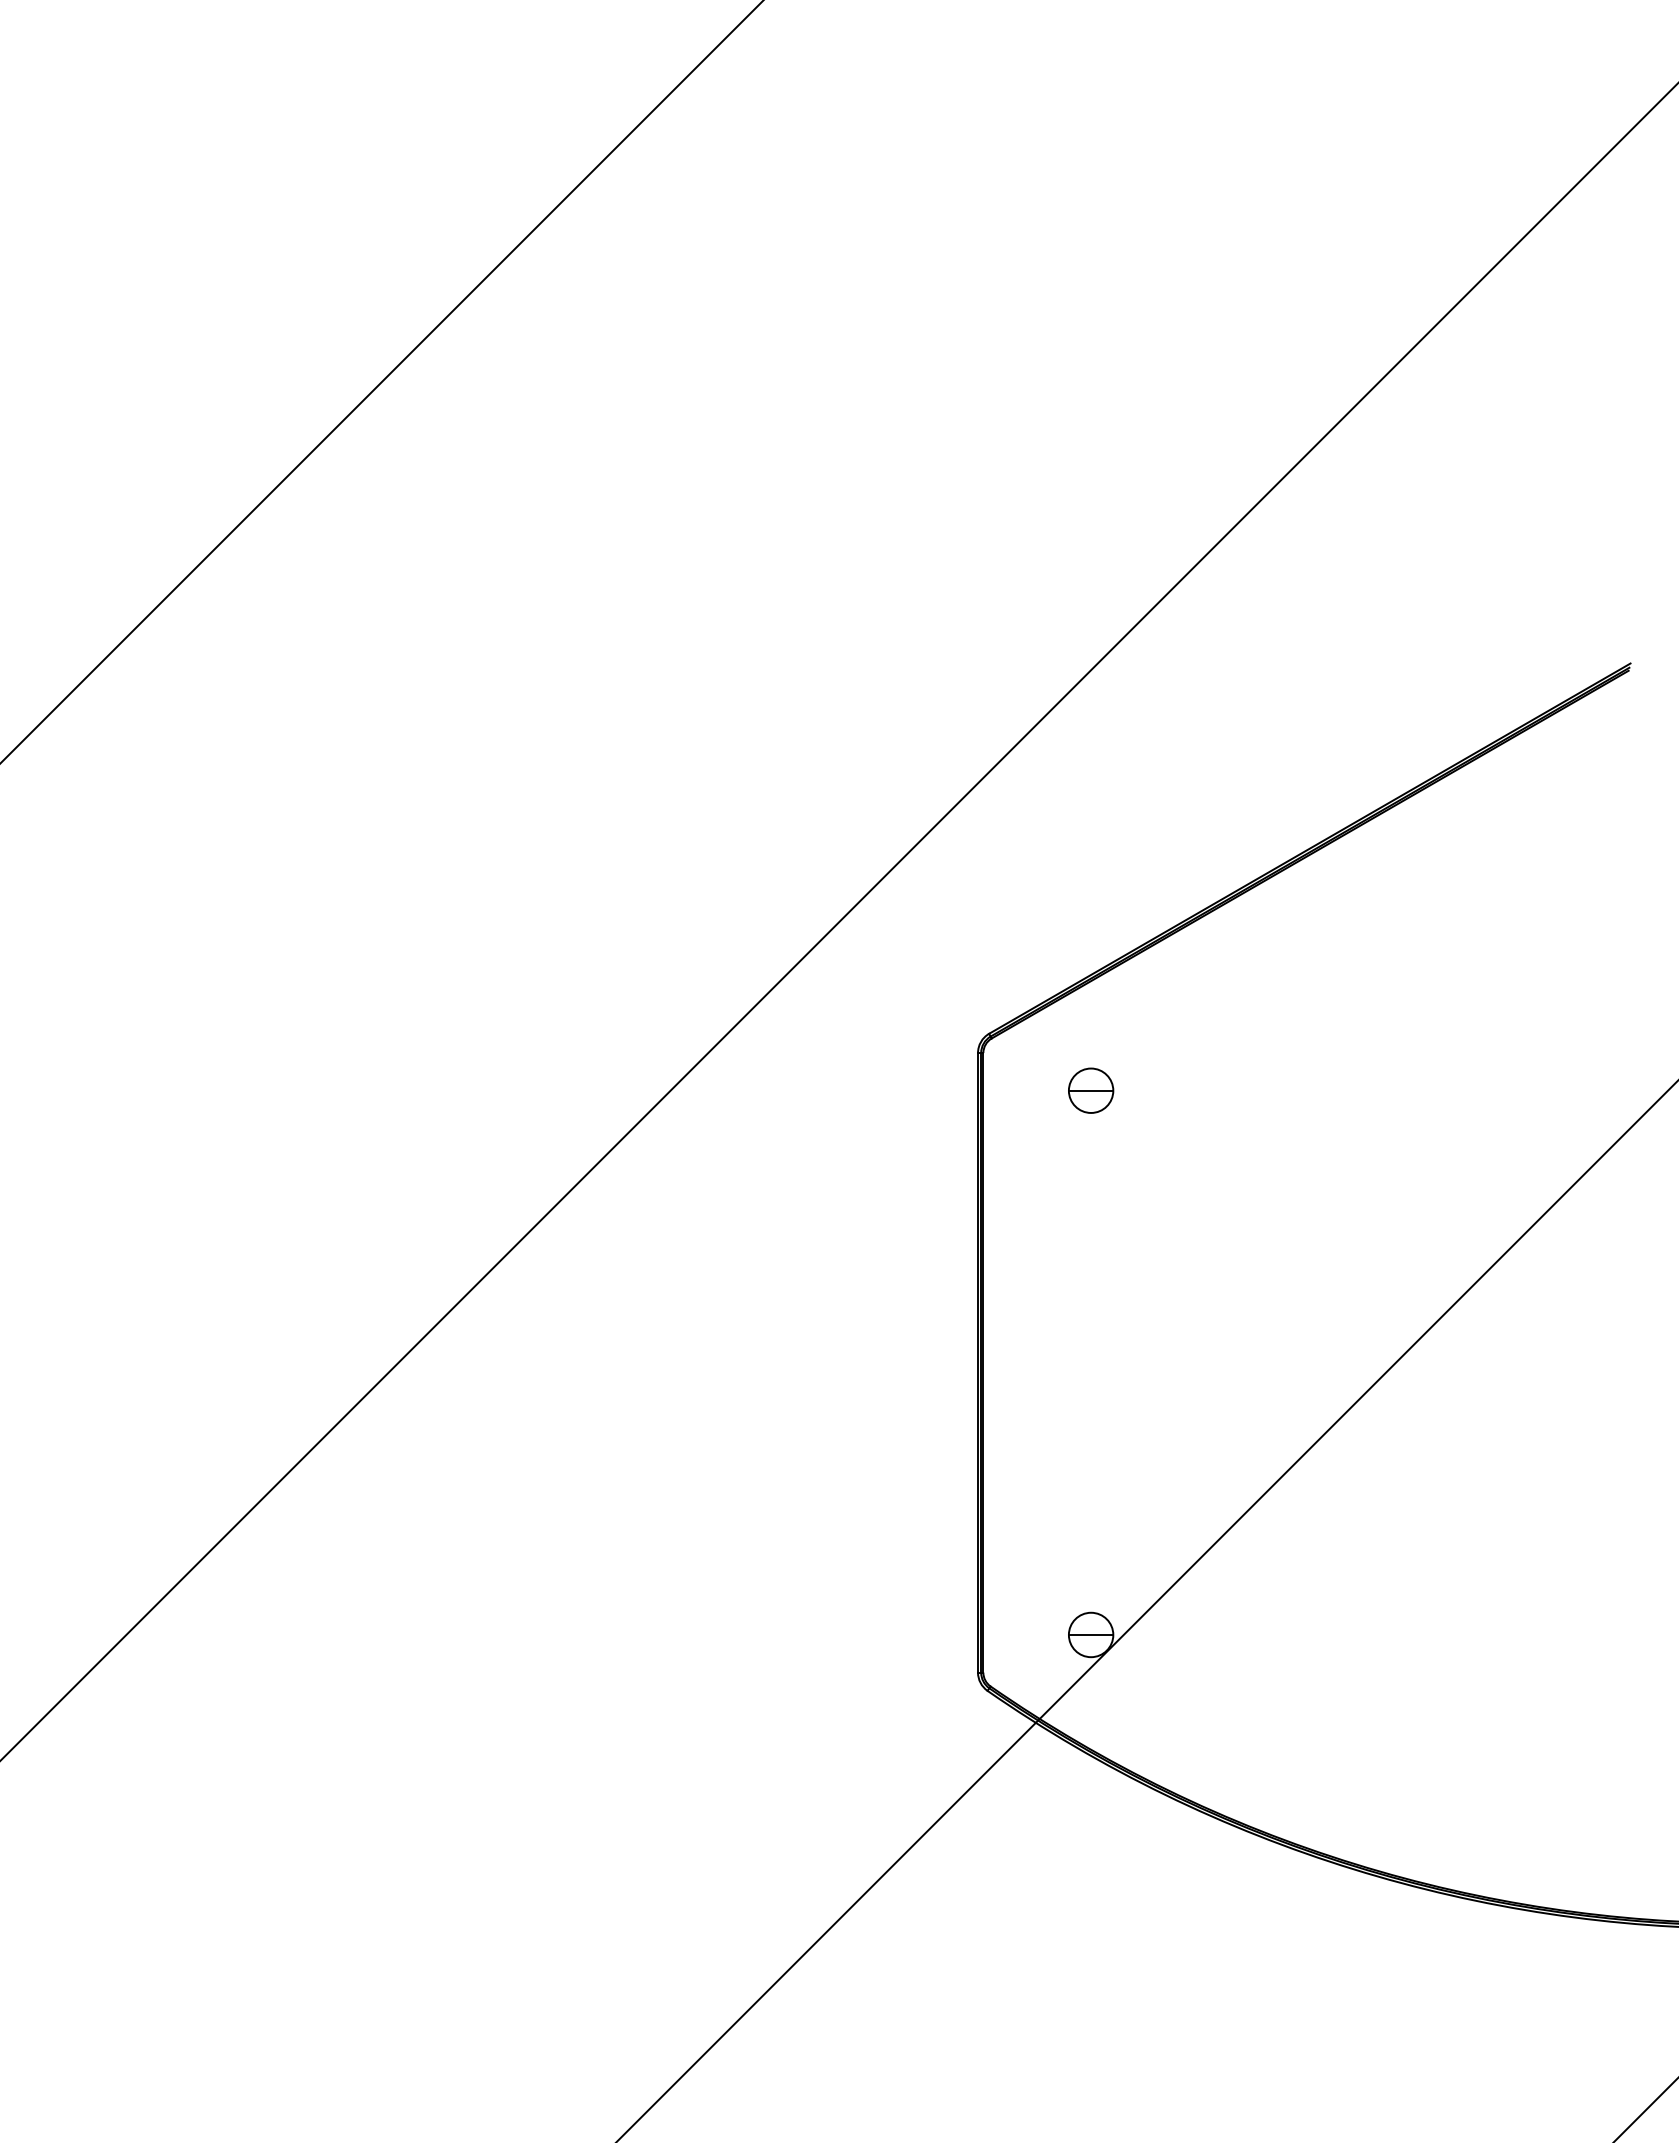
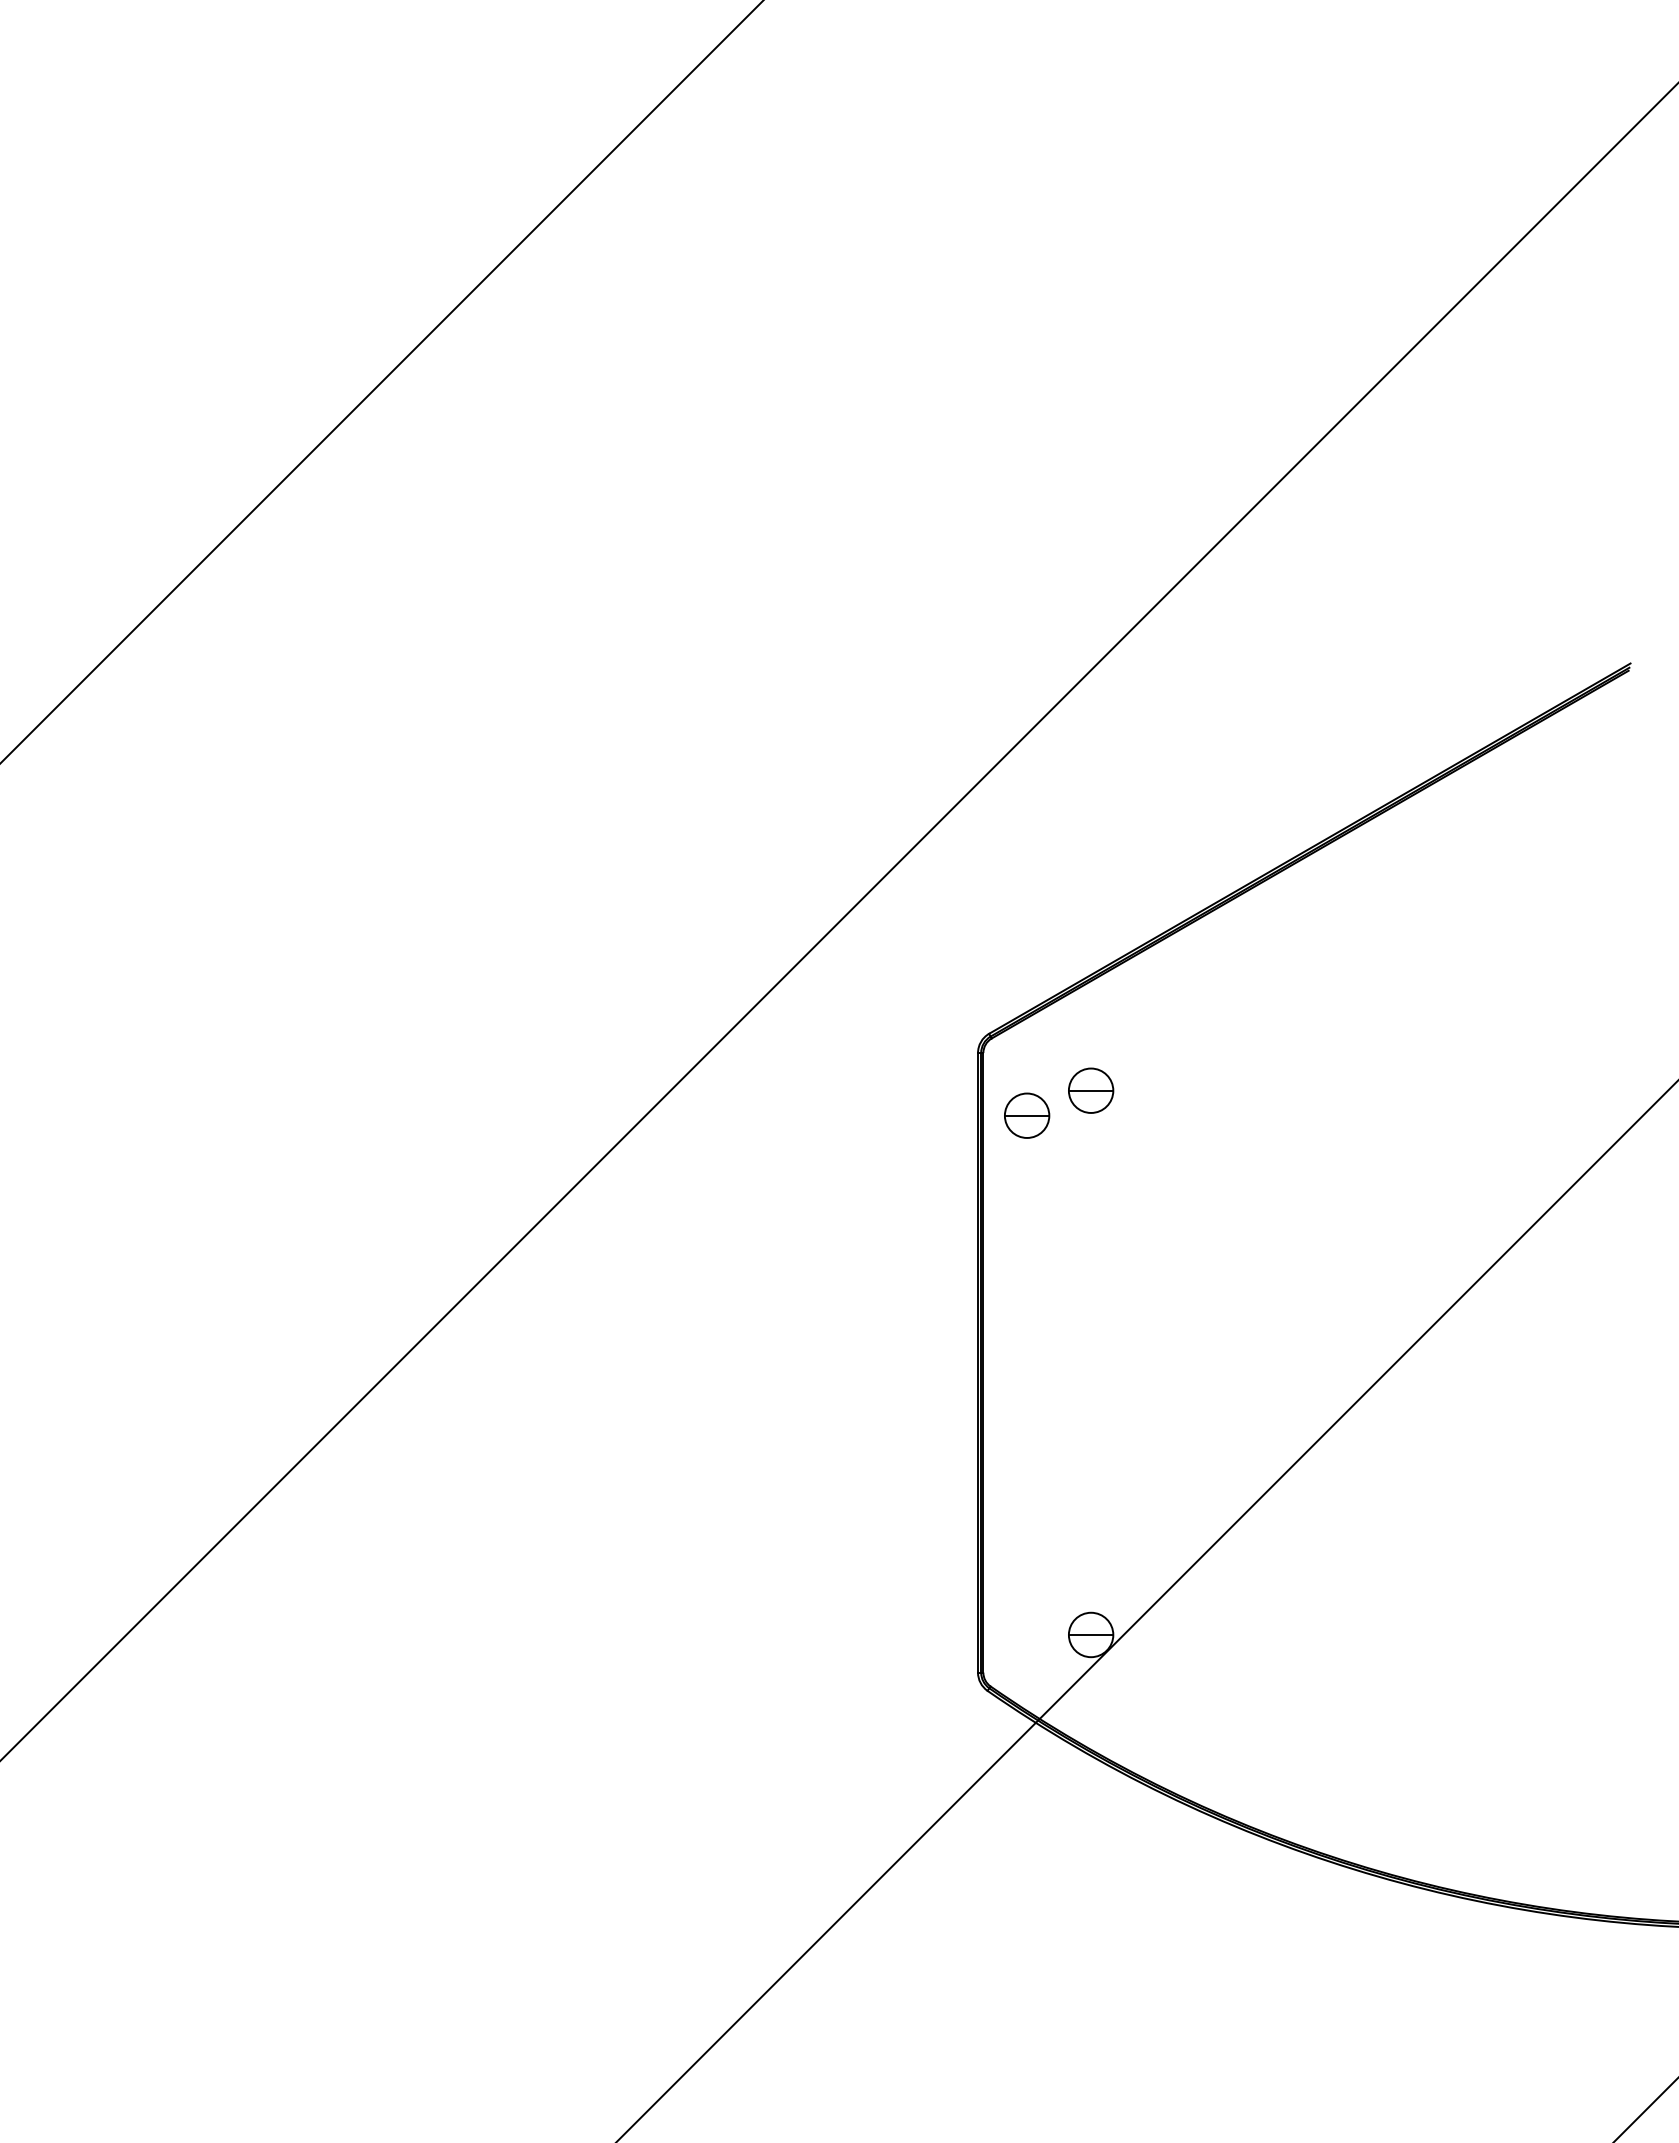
part at (1027, 1115): none -> present
